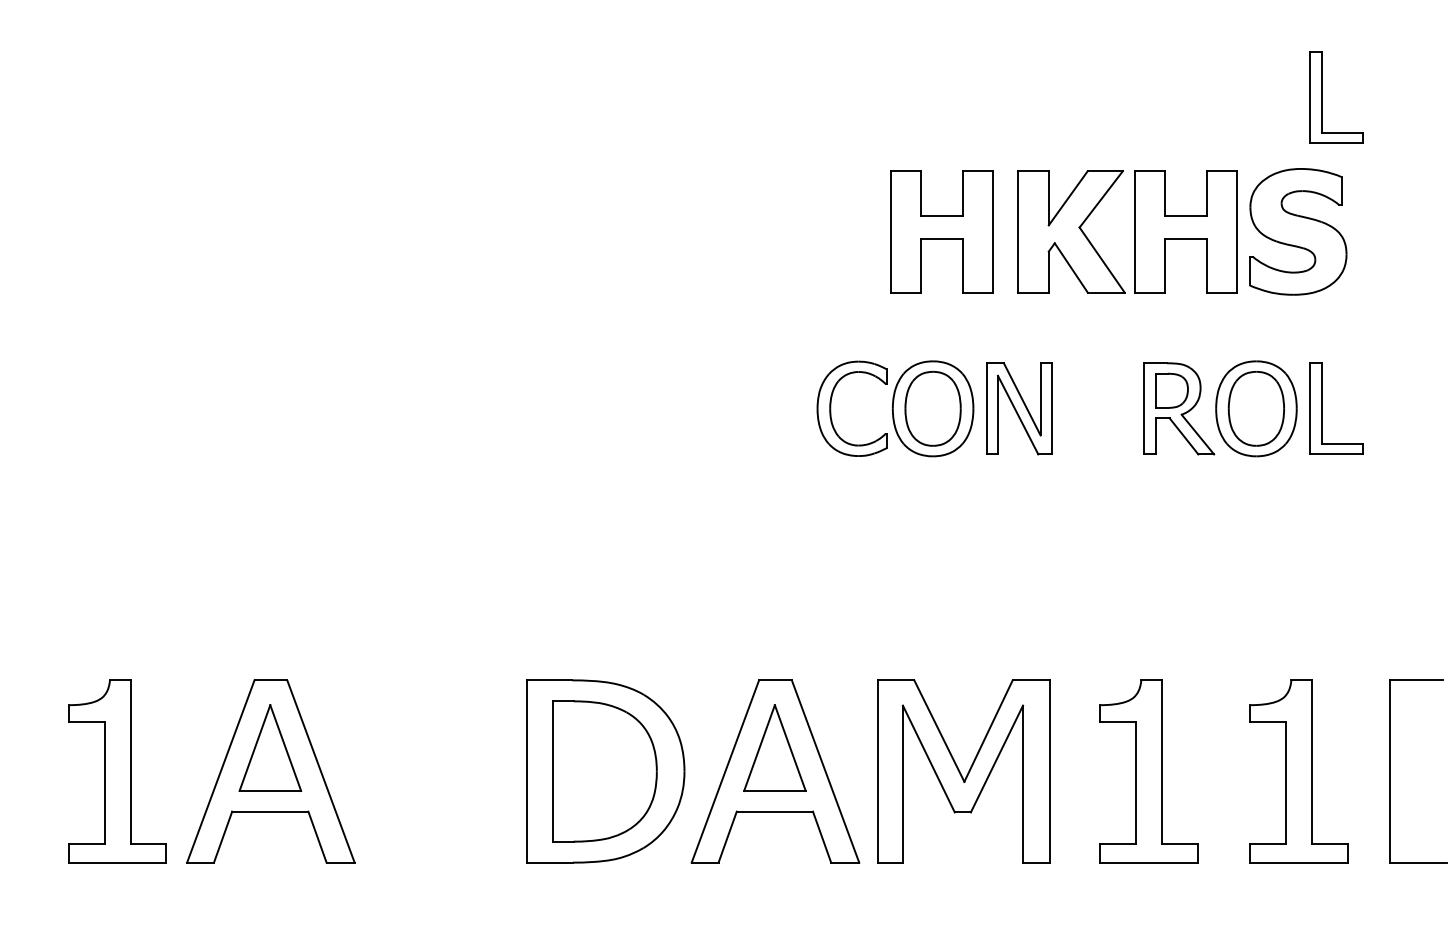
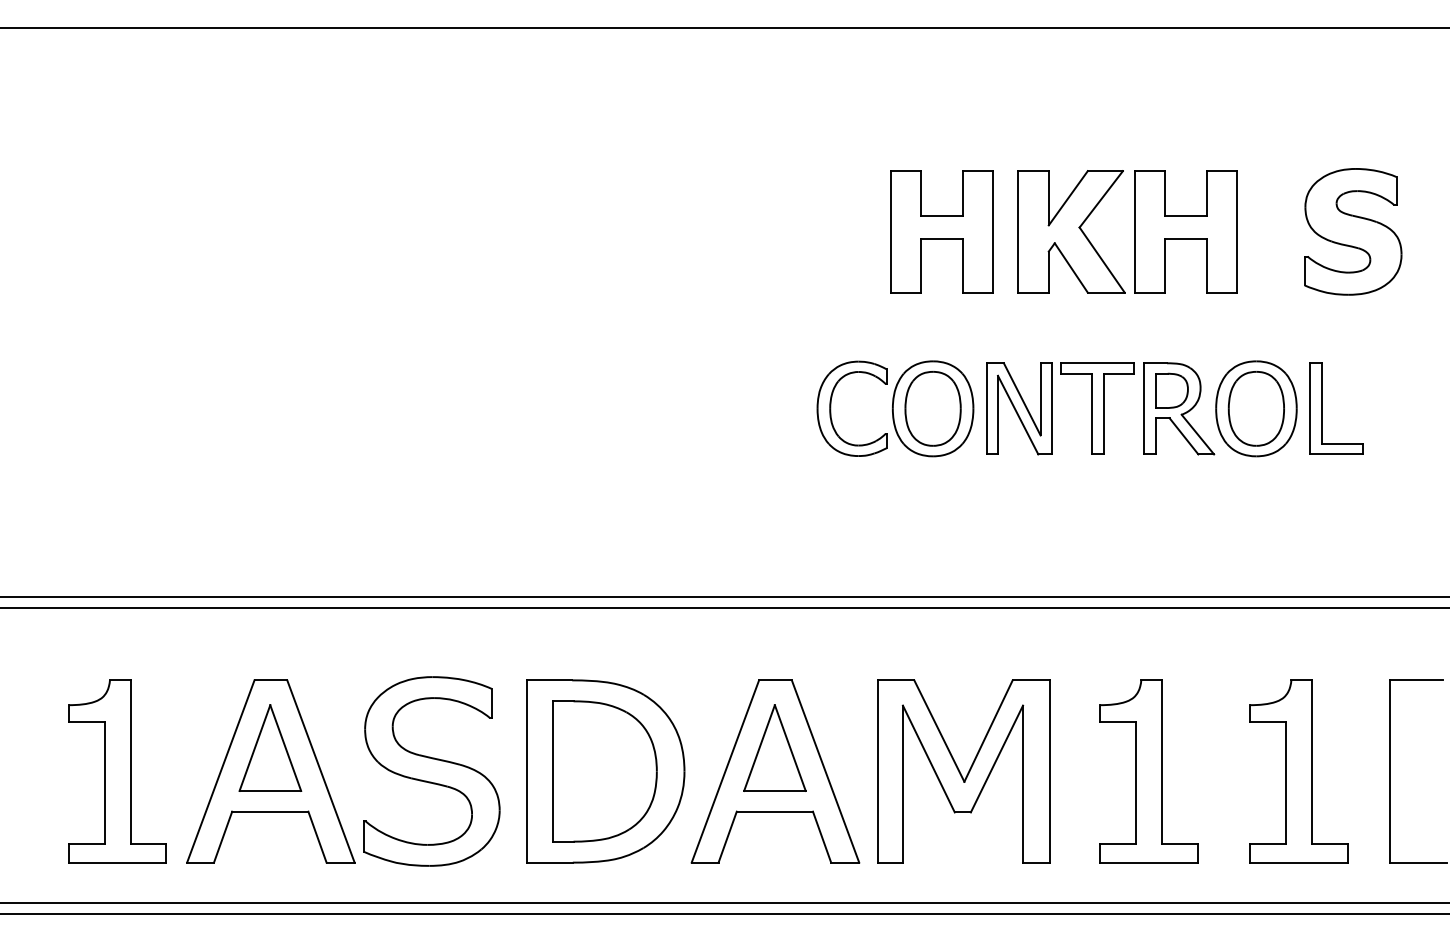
line at (724, 27): none -> present
part at (1322, 97): present -> none
part at (1298, 231) position: (1298, 231) -> (1353, 231)
part at (1097, 408): none -> present
line at (724, 597): none -> present
line at (724, 608): none -> present
part at (431, 771): none -> present
line at (724, 903): none -> present
line at (724, 913): none -> present
